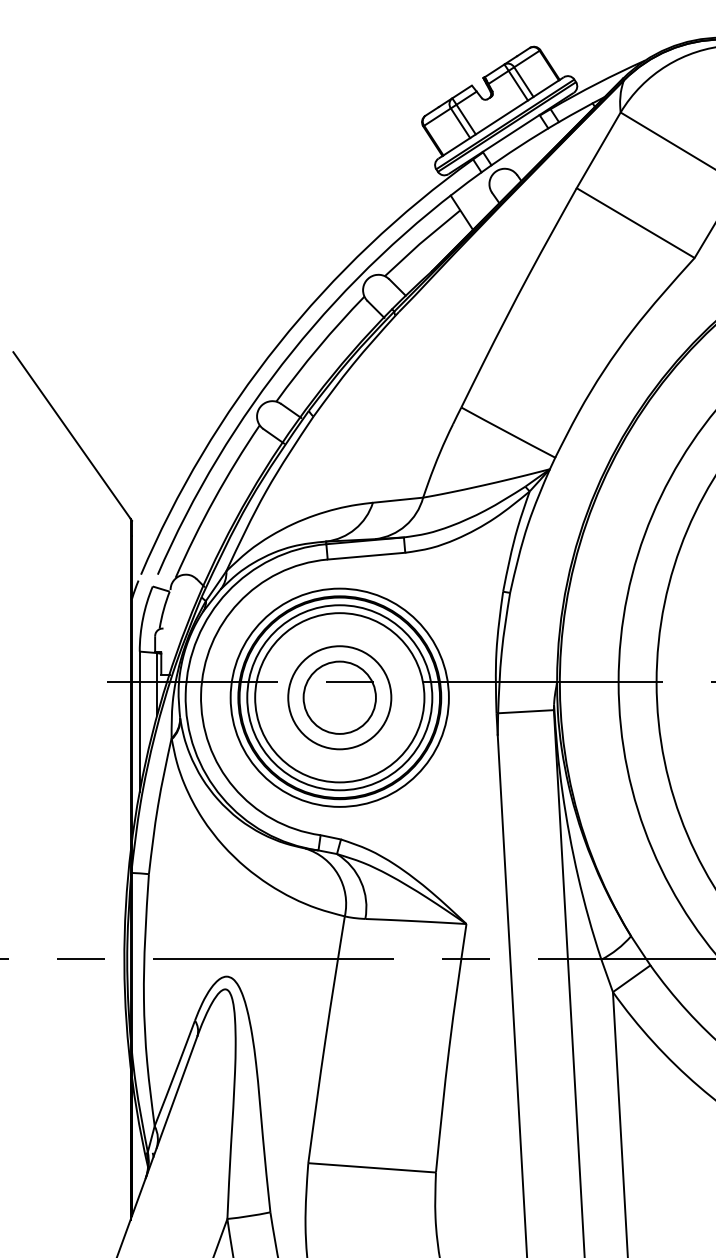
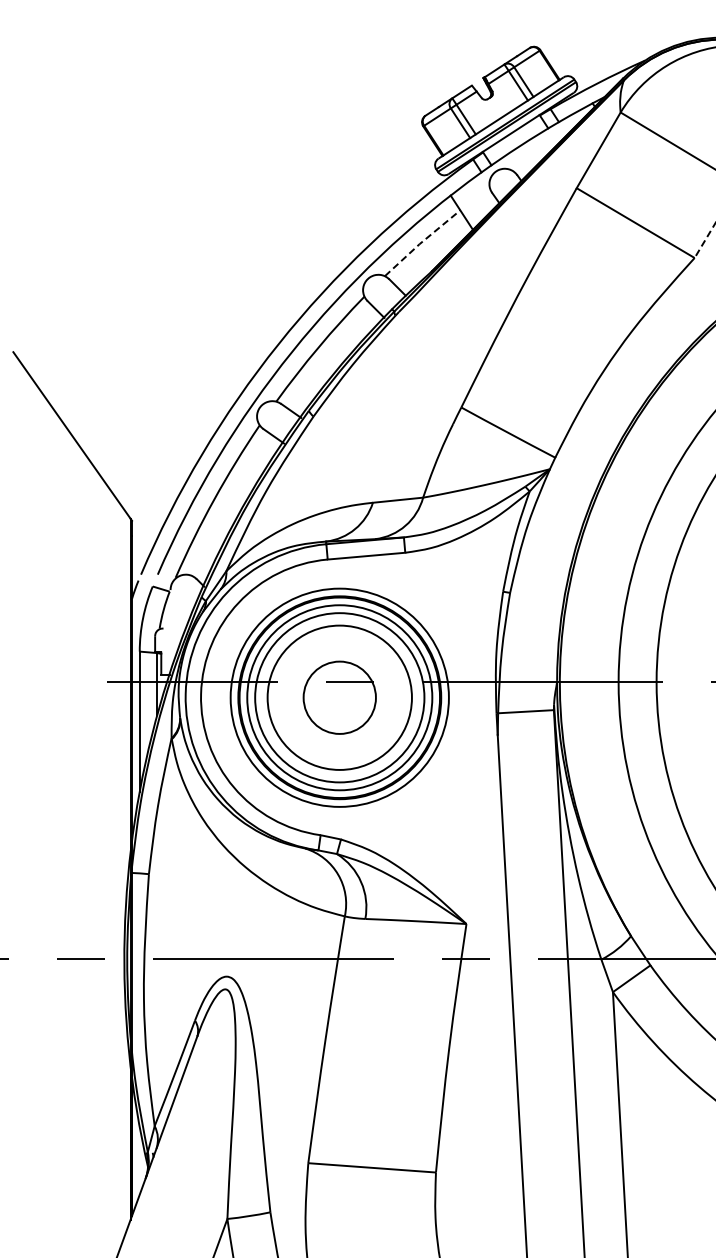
line at (704, 240): solid -> dashed
line at (421, 242): solid -> dashed
circle at (339, 697) diameter: 103 px -> 144 px
